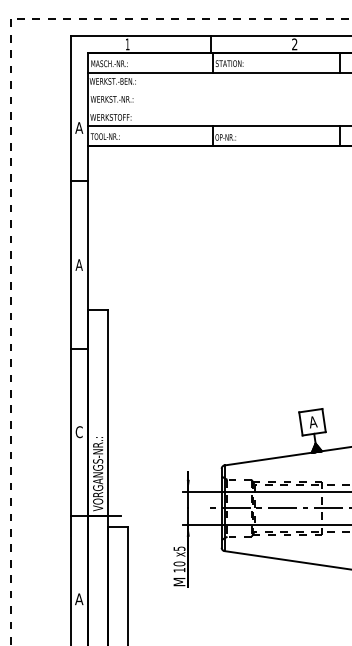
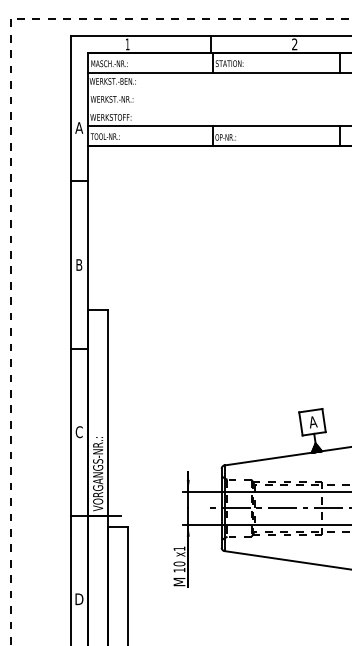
text at (78, 264): A -> B
text at (179, 548): x5 -> x1
text at (79, 599): A -> D
